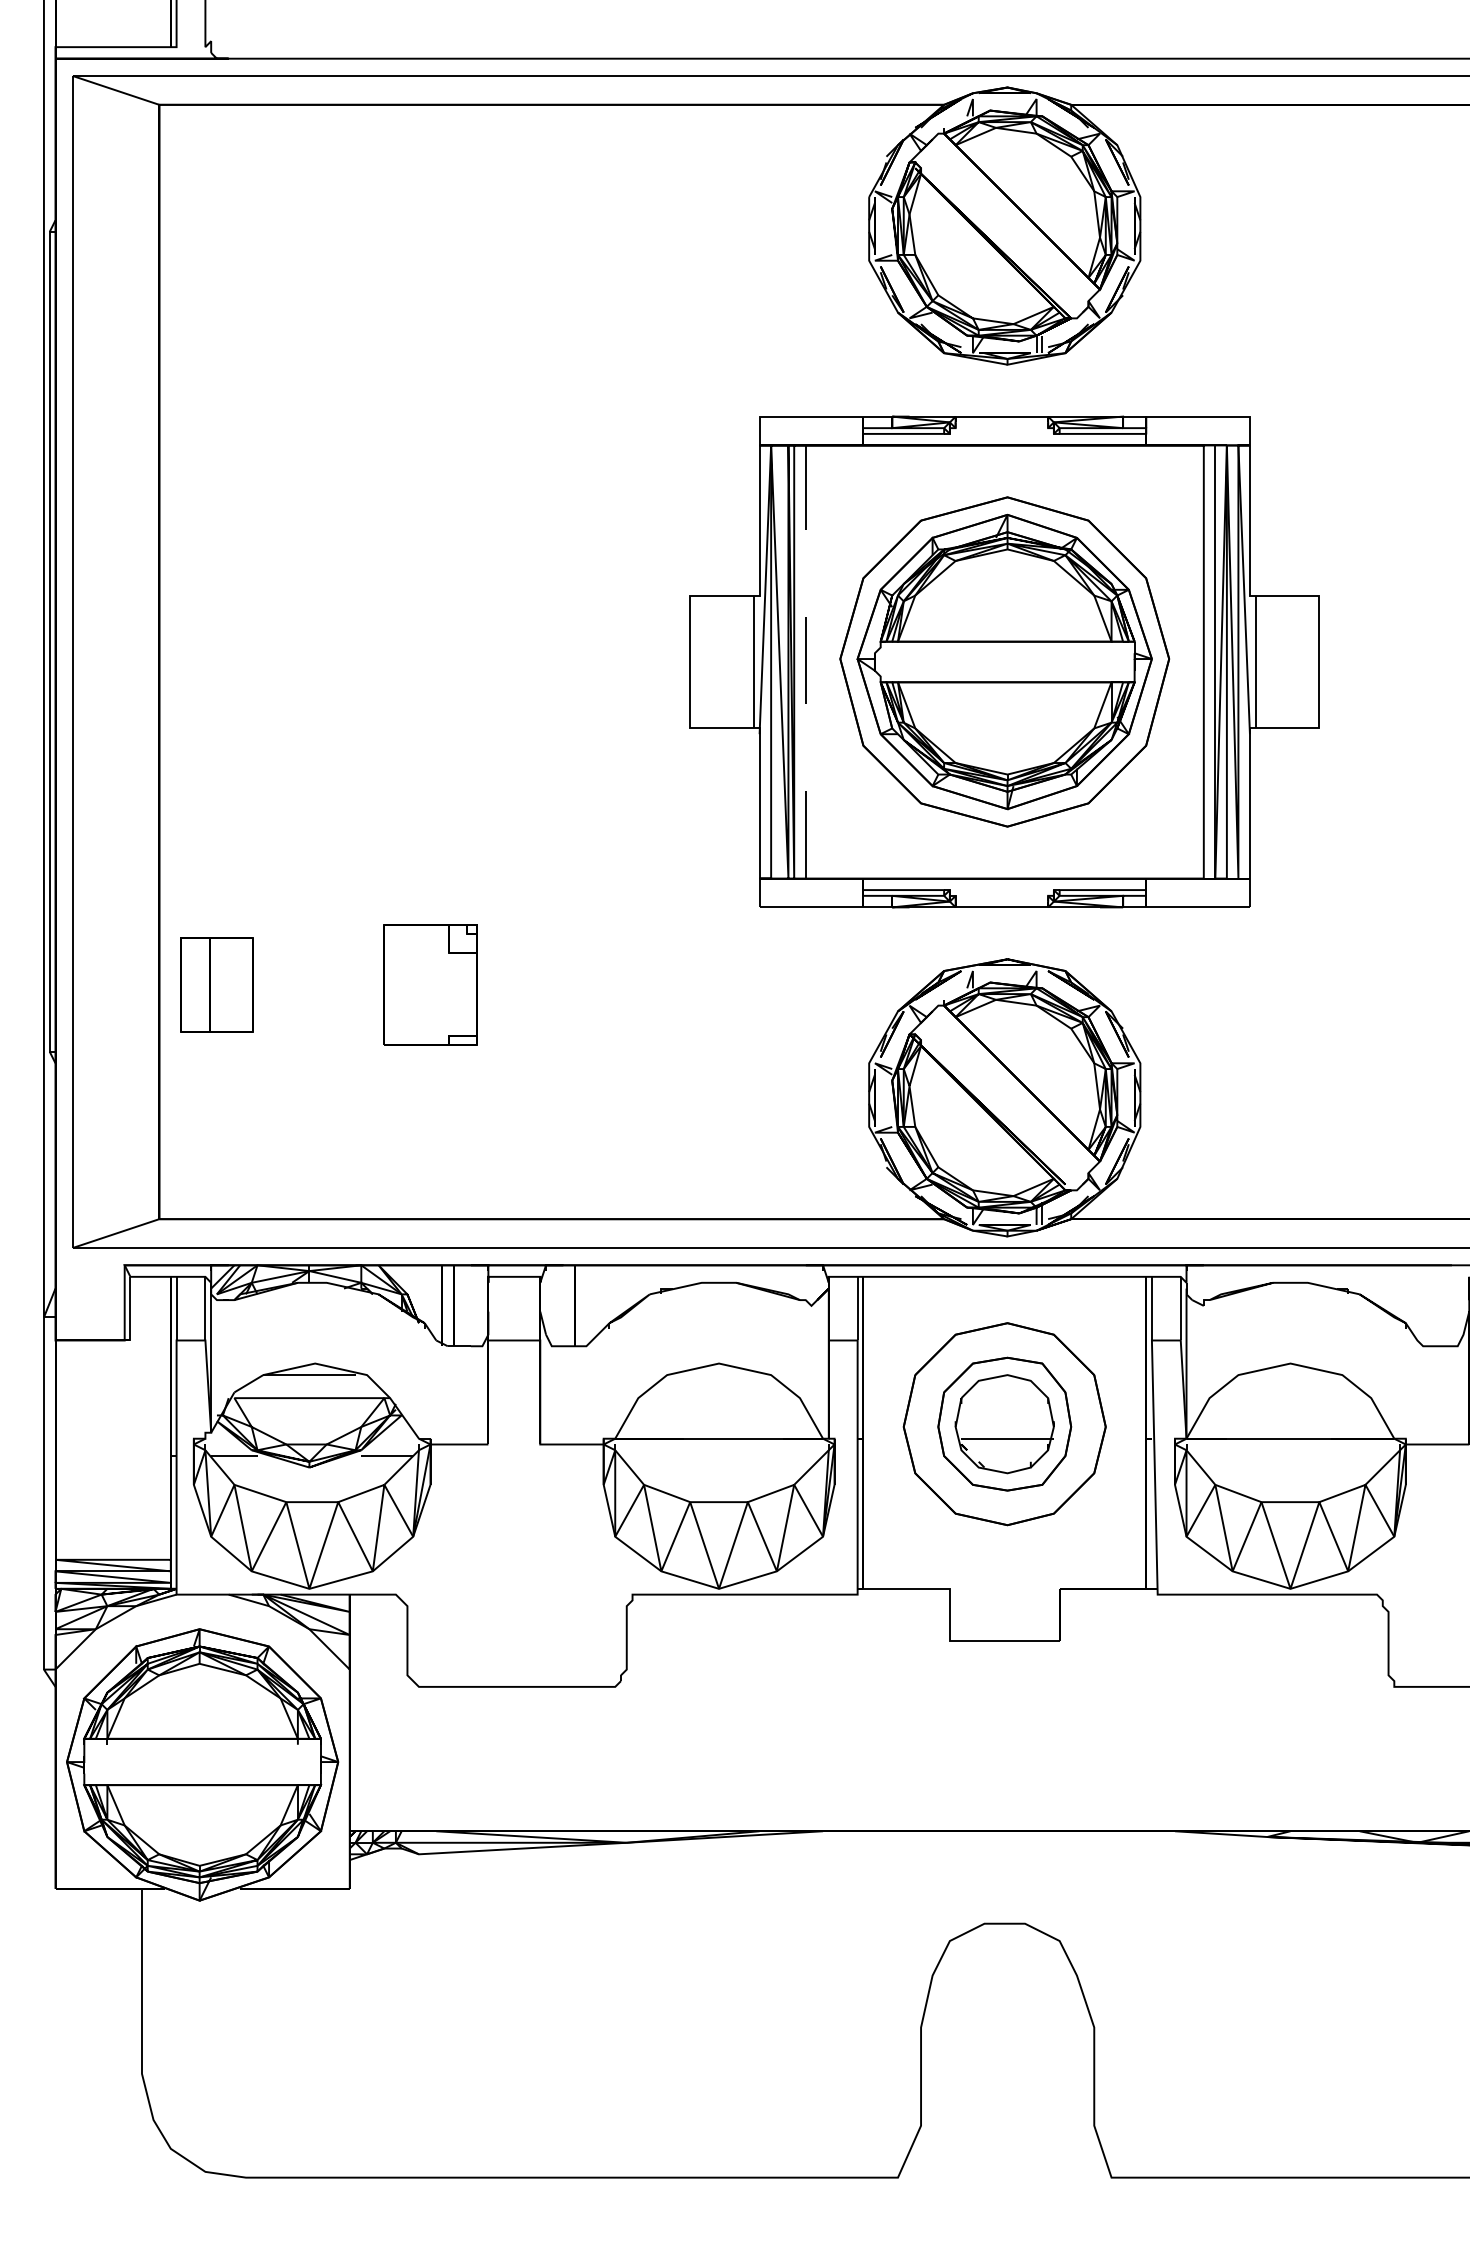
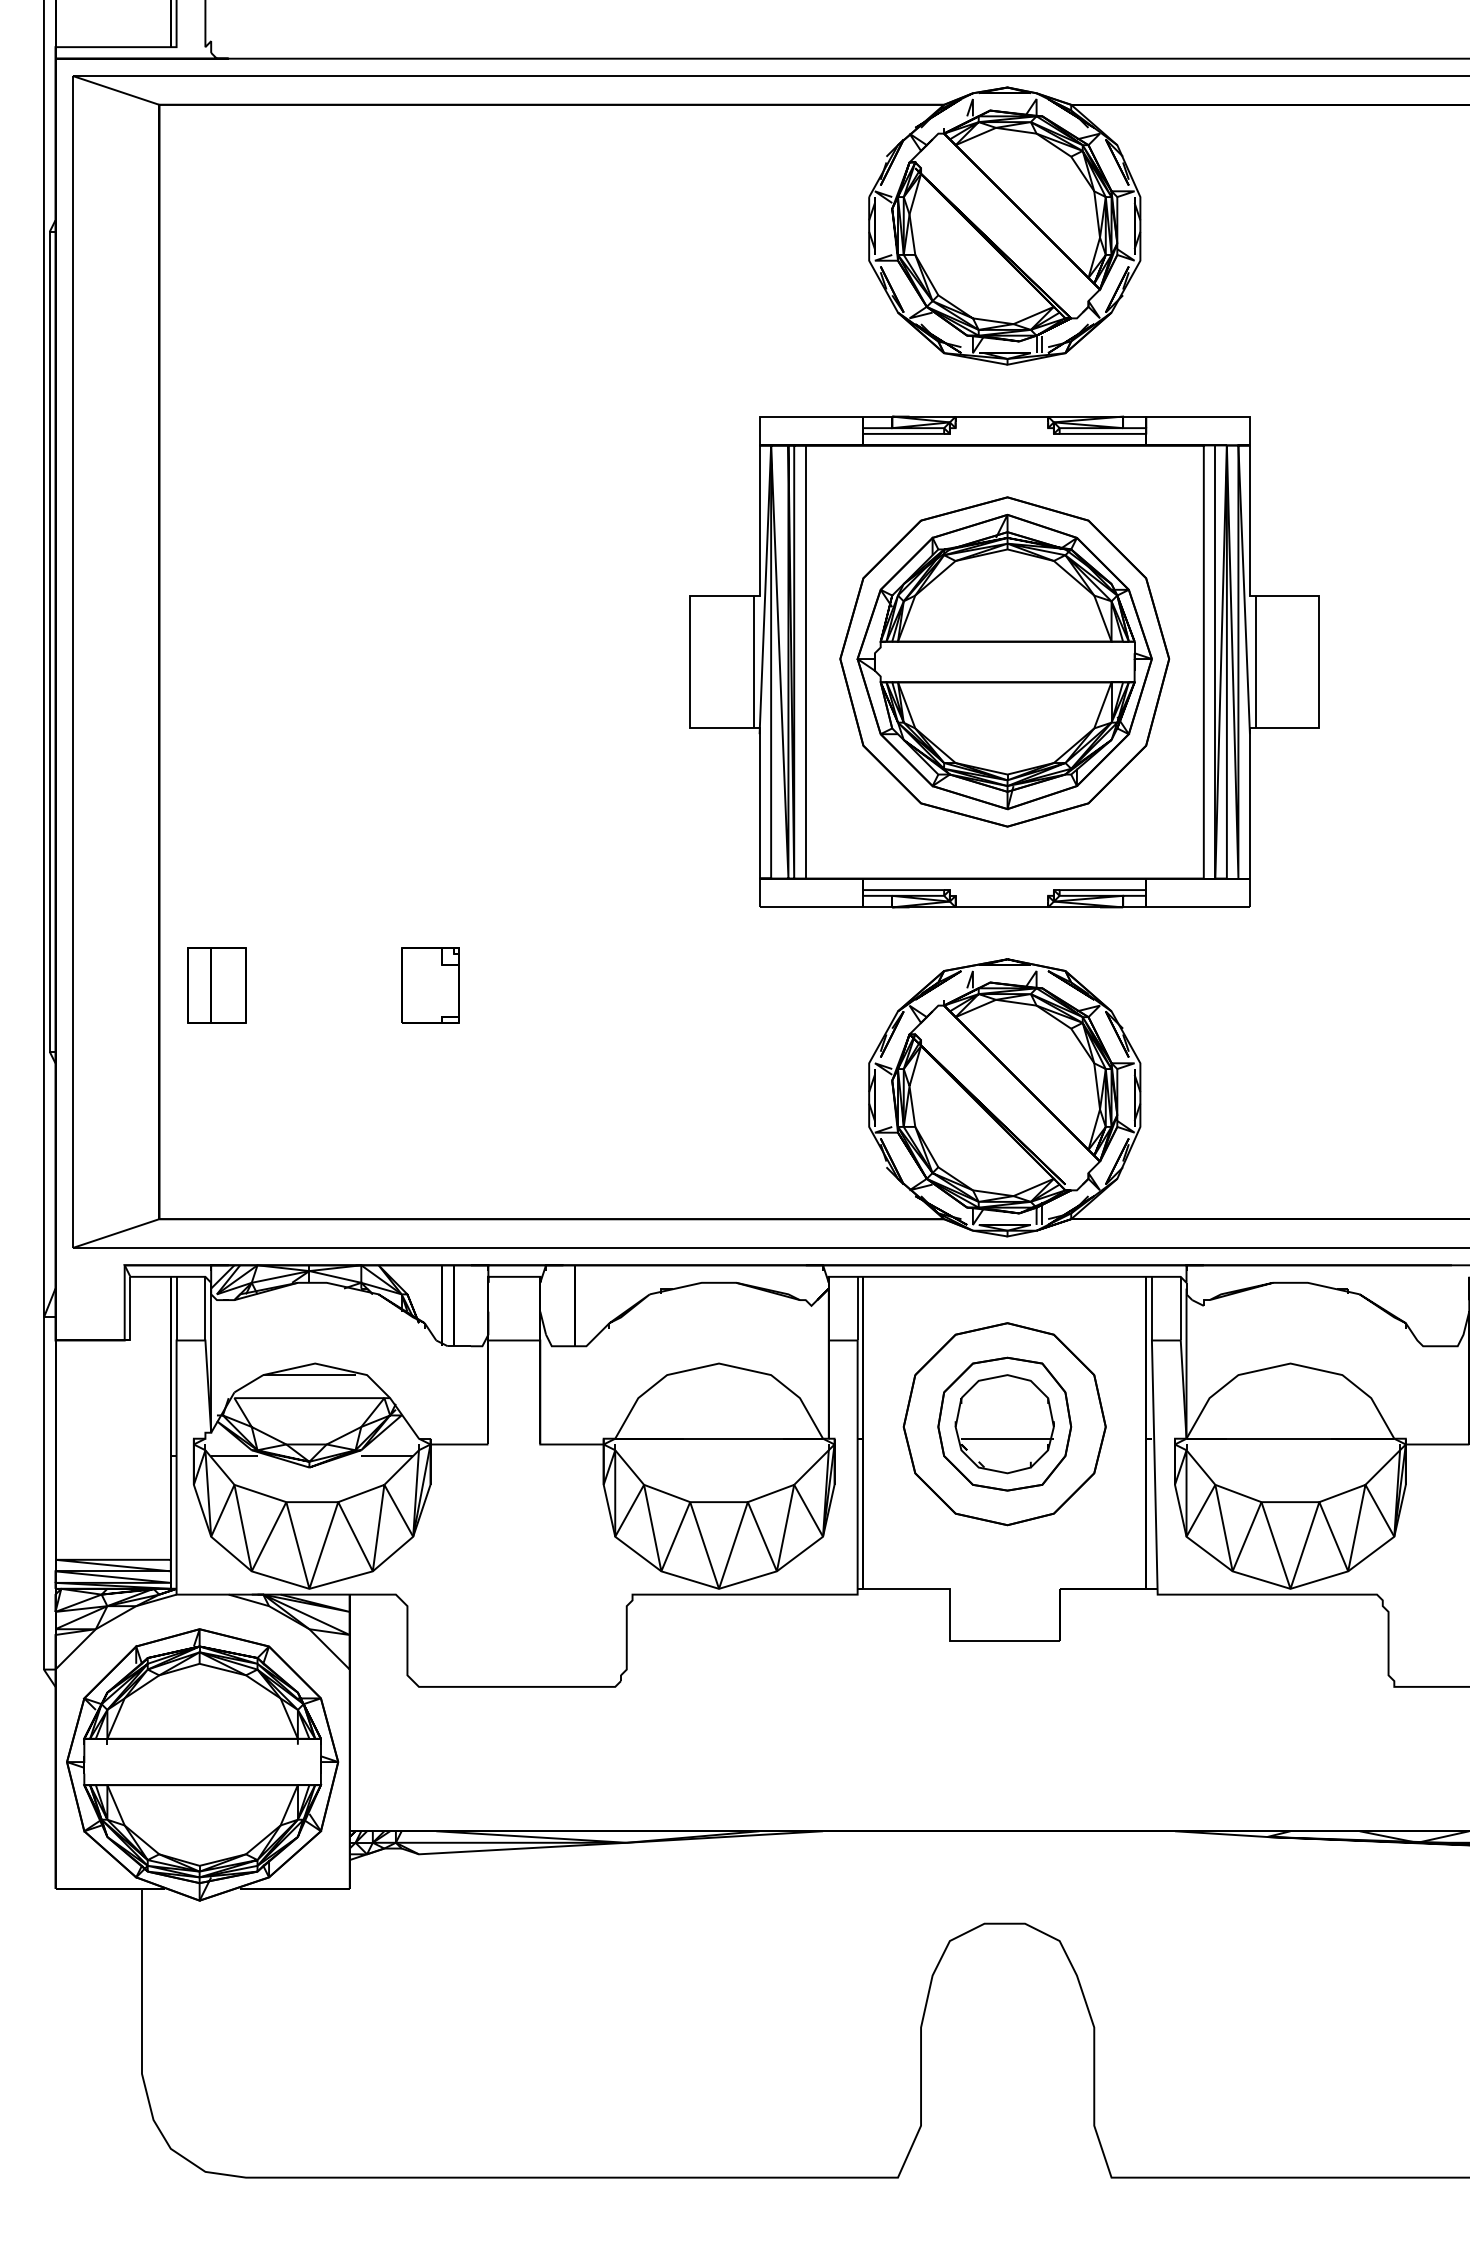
line at (805, 662): dashed -> solid
part at (216, 984) size: 74x96 px -> 60x77 px
part at (430, 984) size: 95x122 px -> 59x77 px
